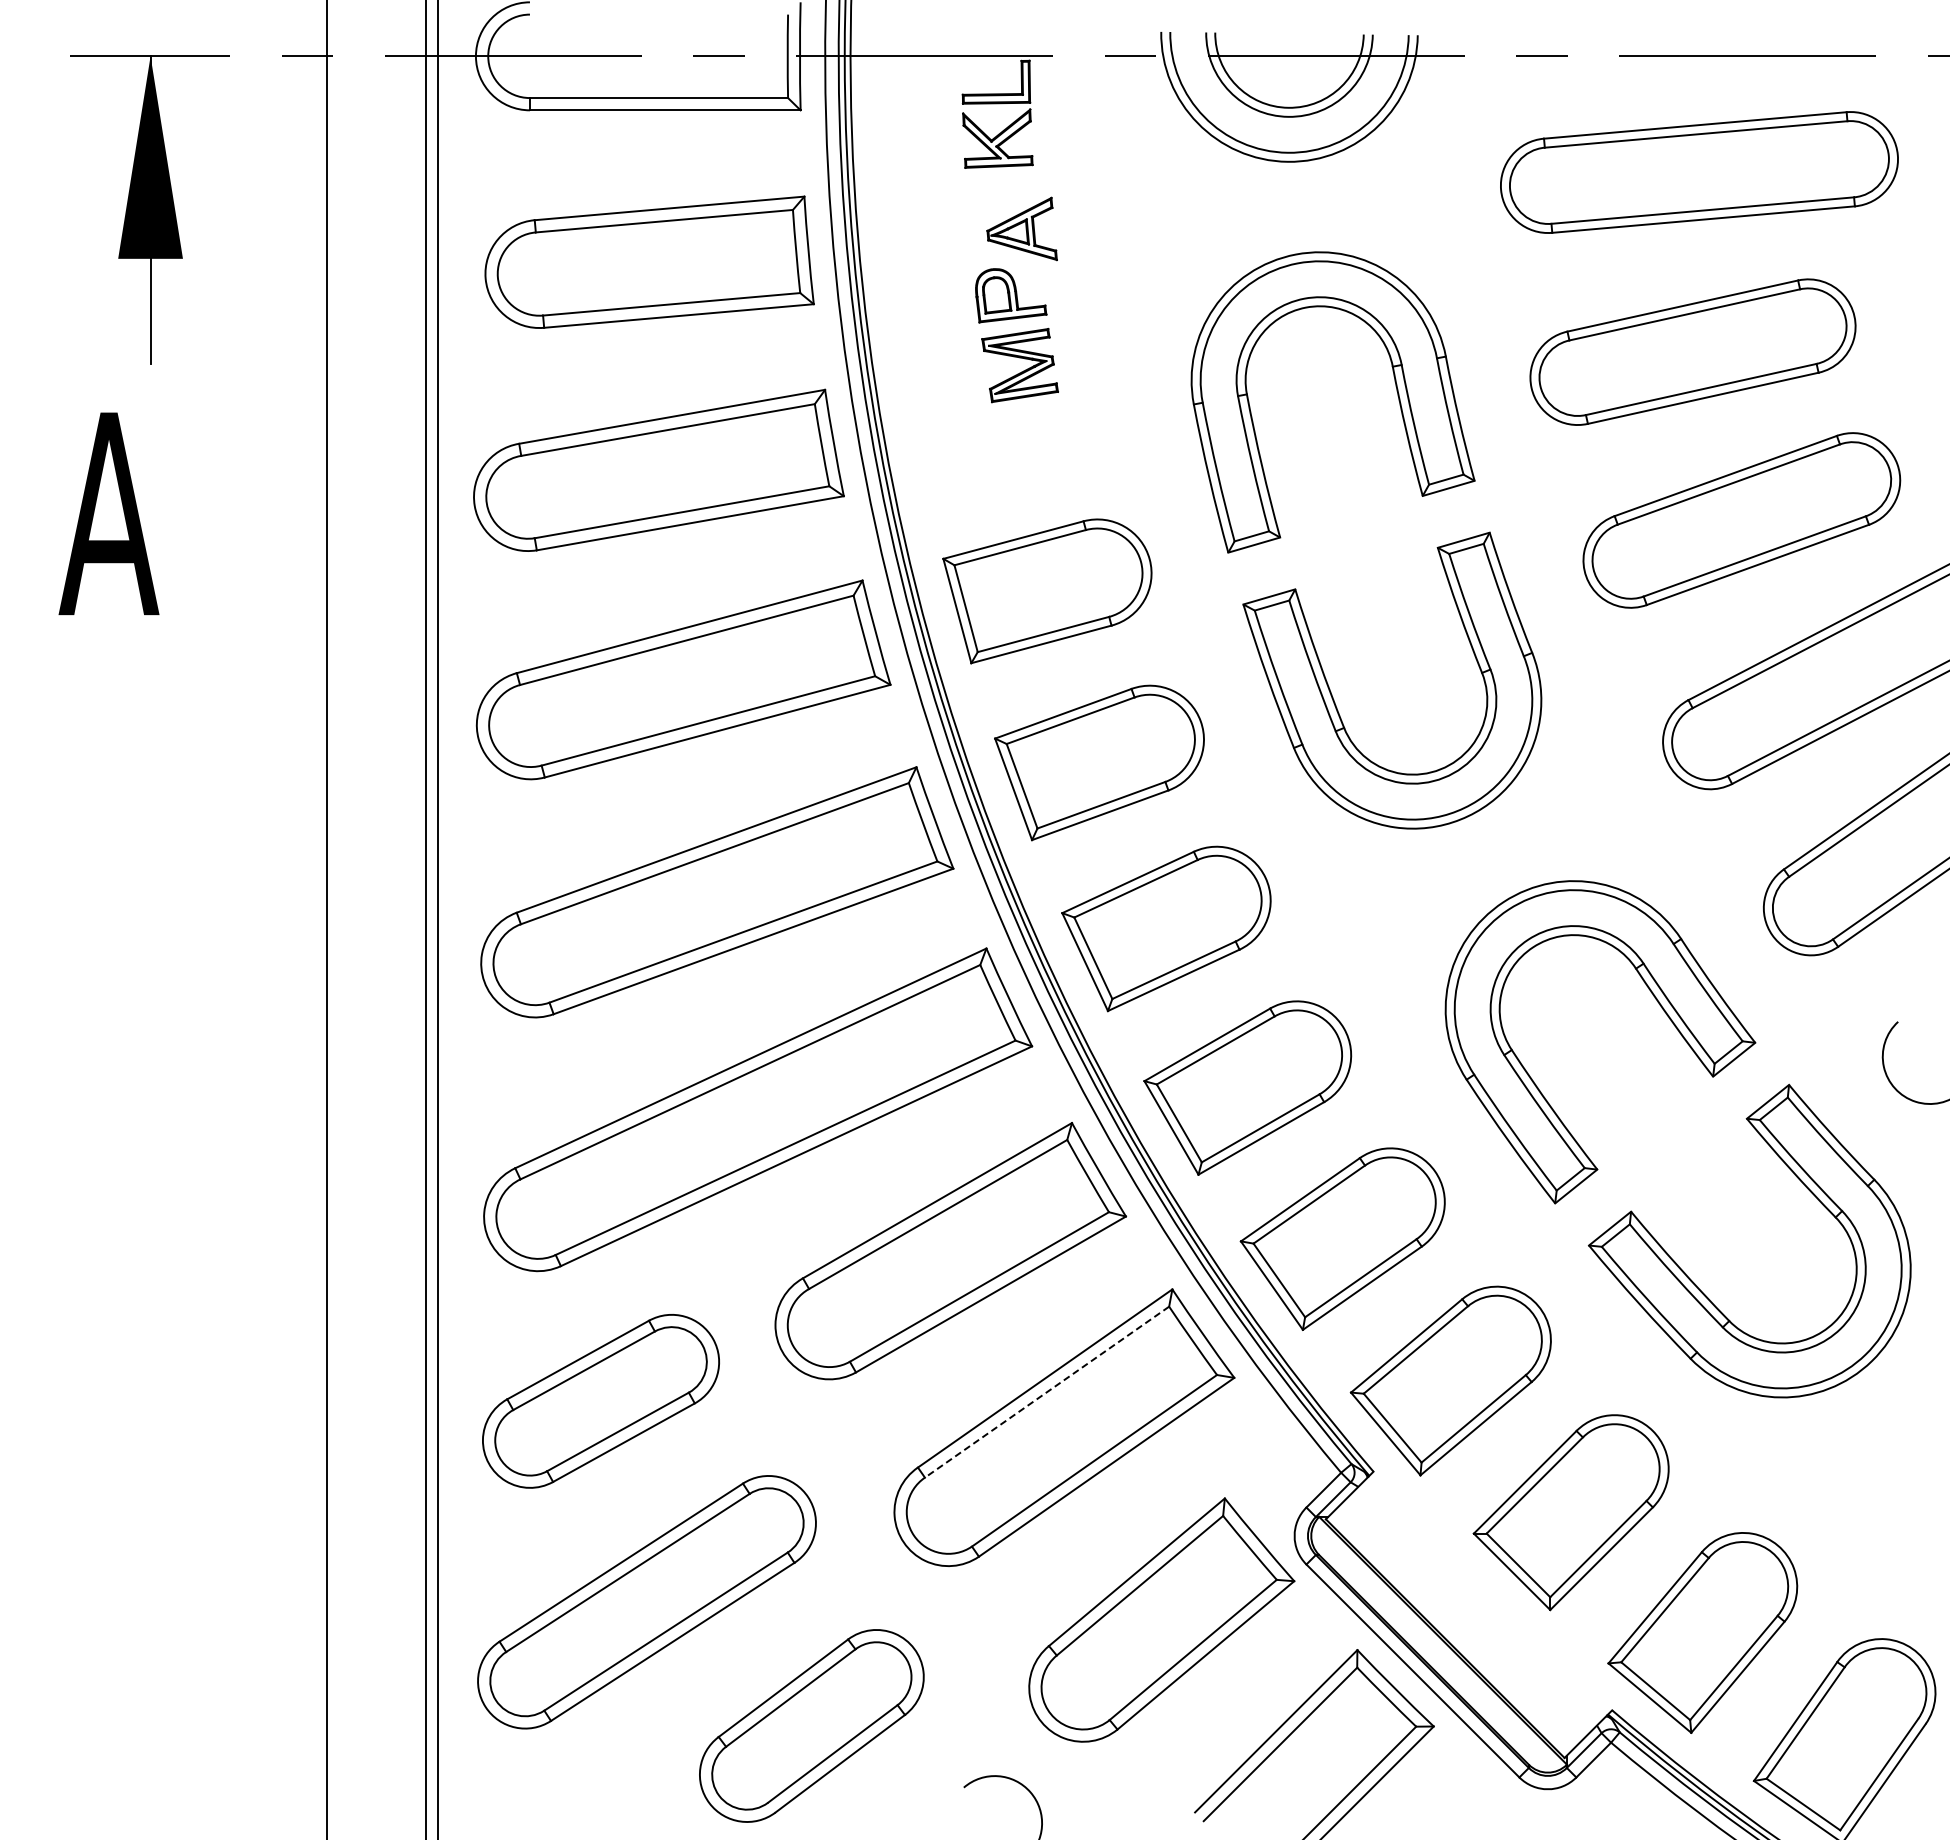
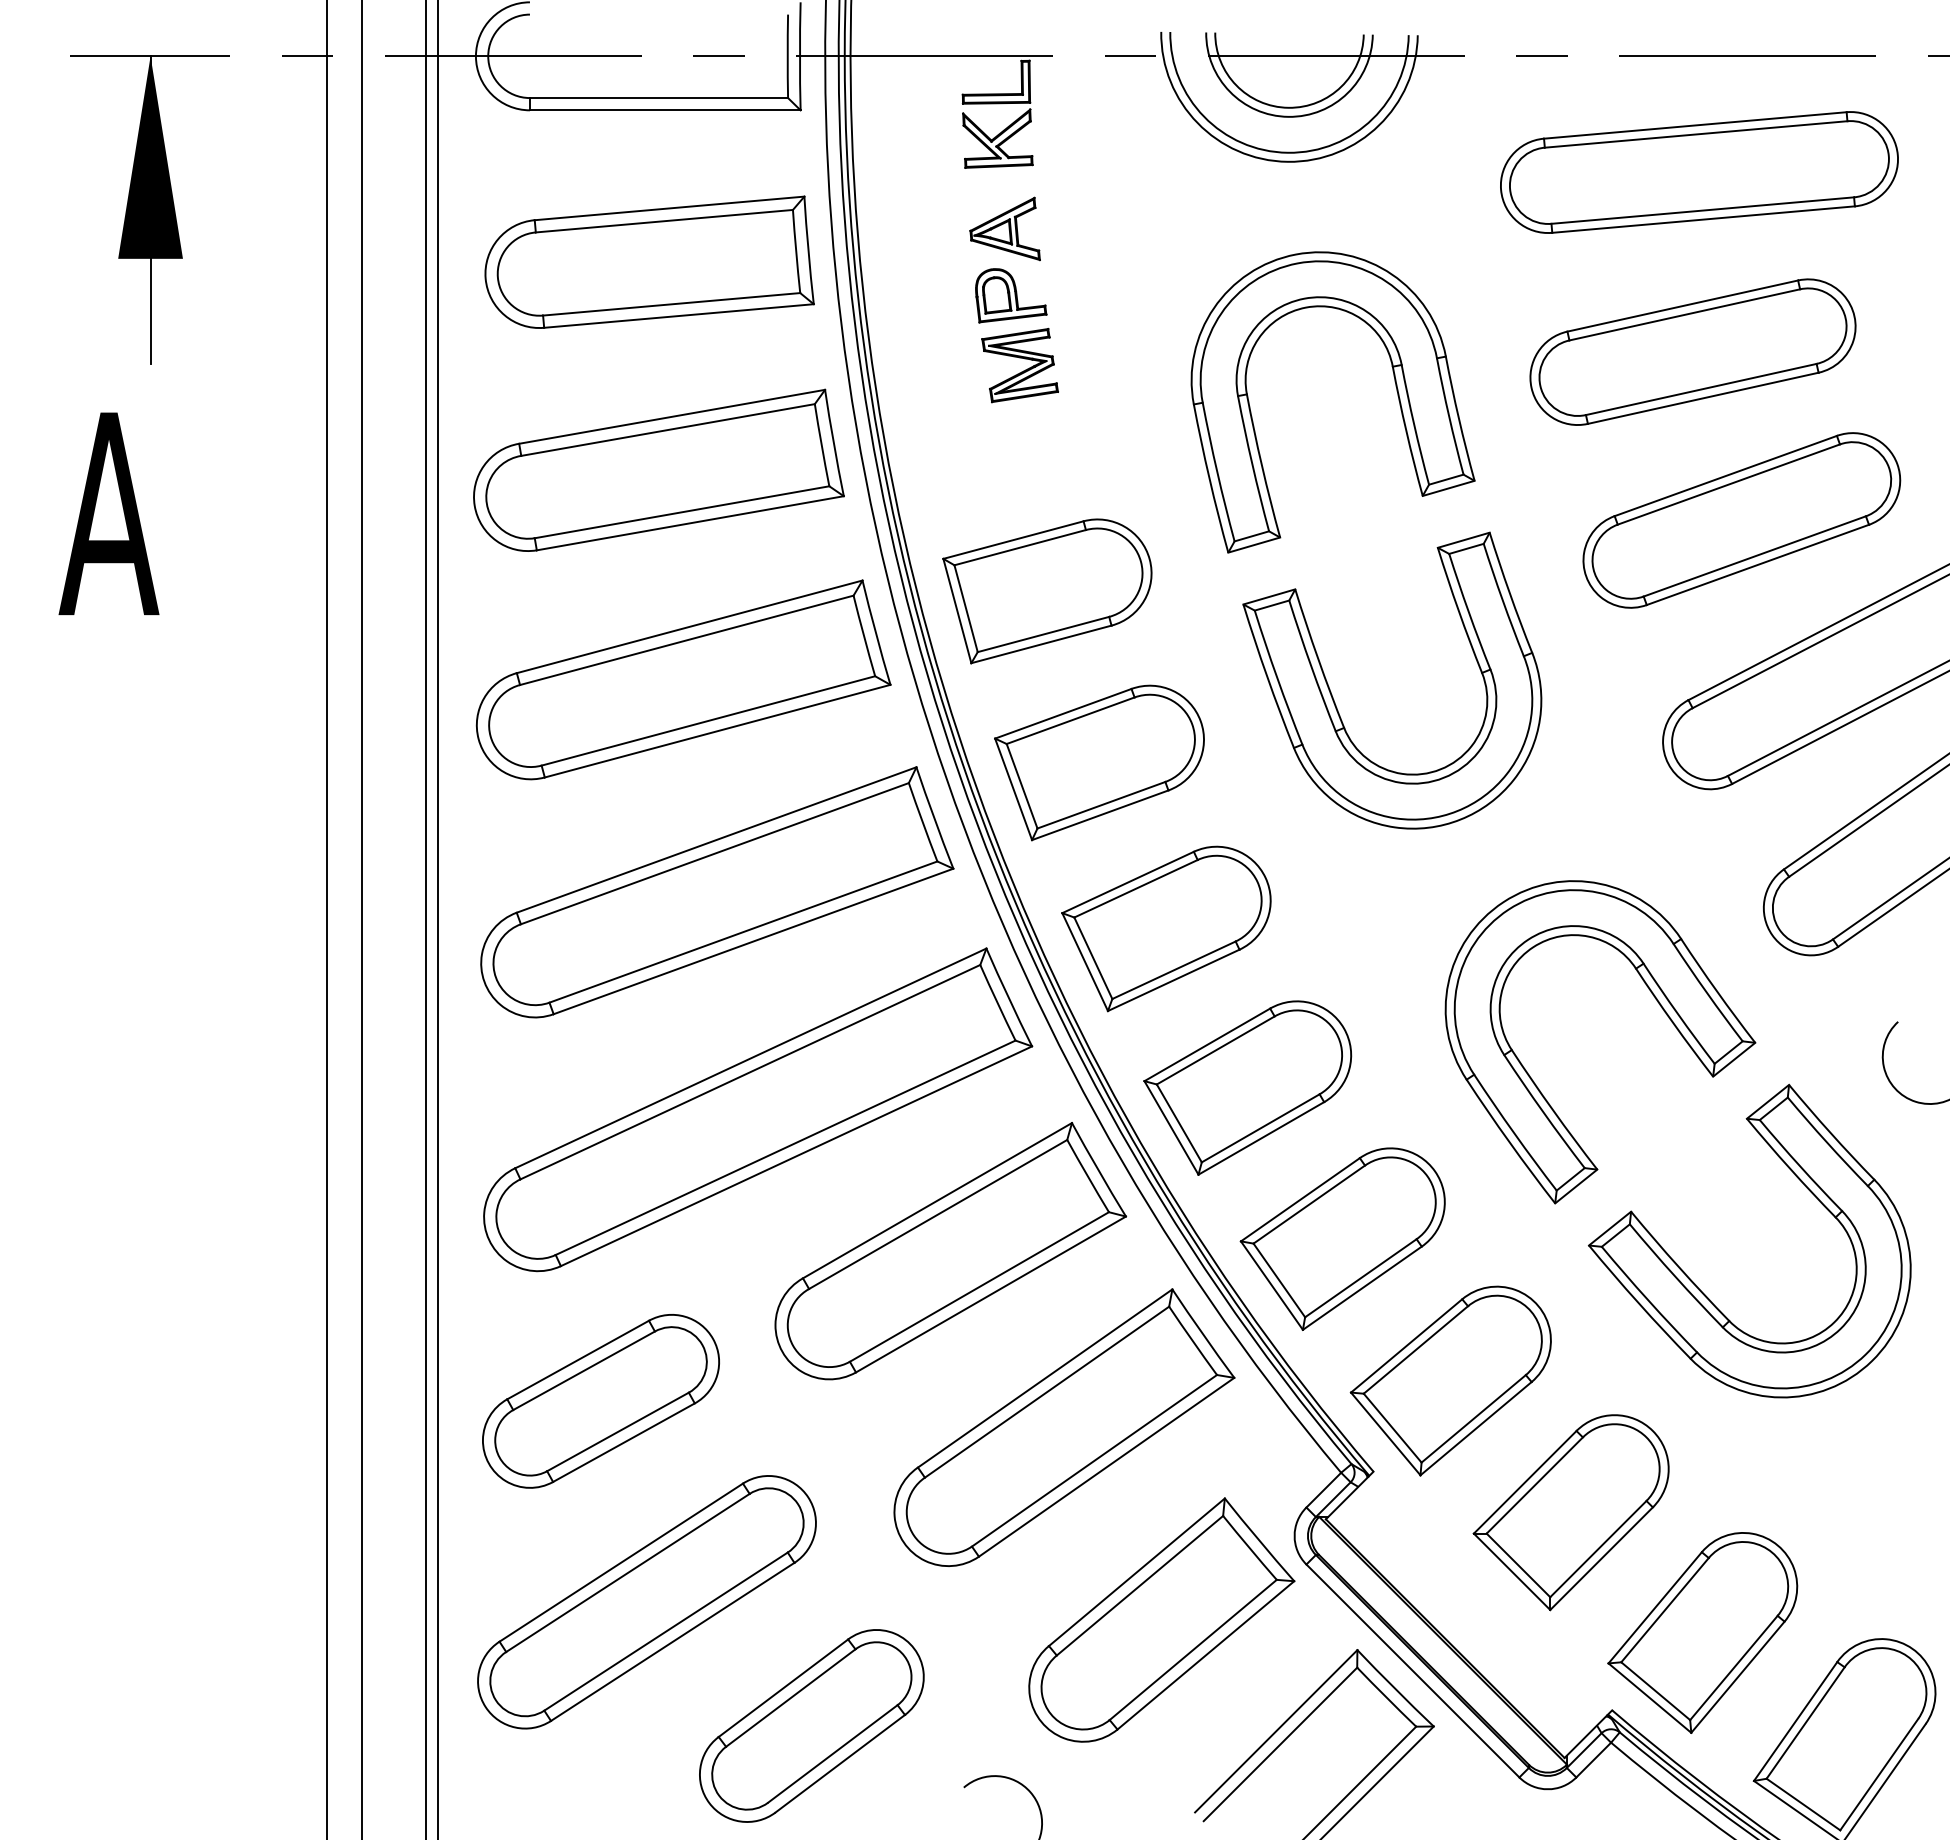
part at (1021, 228) position: (1021, 228) -> (1004, 228)
line at (361, 919): none -> present
line at (1046, 1392): dashed -> solid
